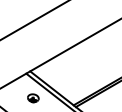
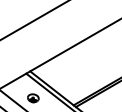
line at (12, 99): none -> present
